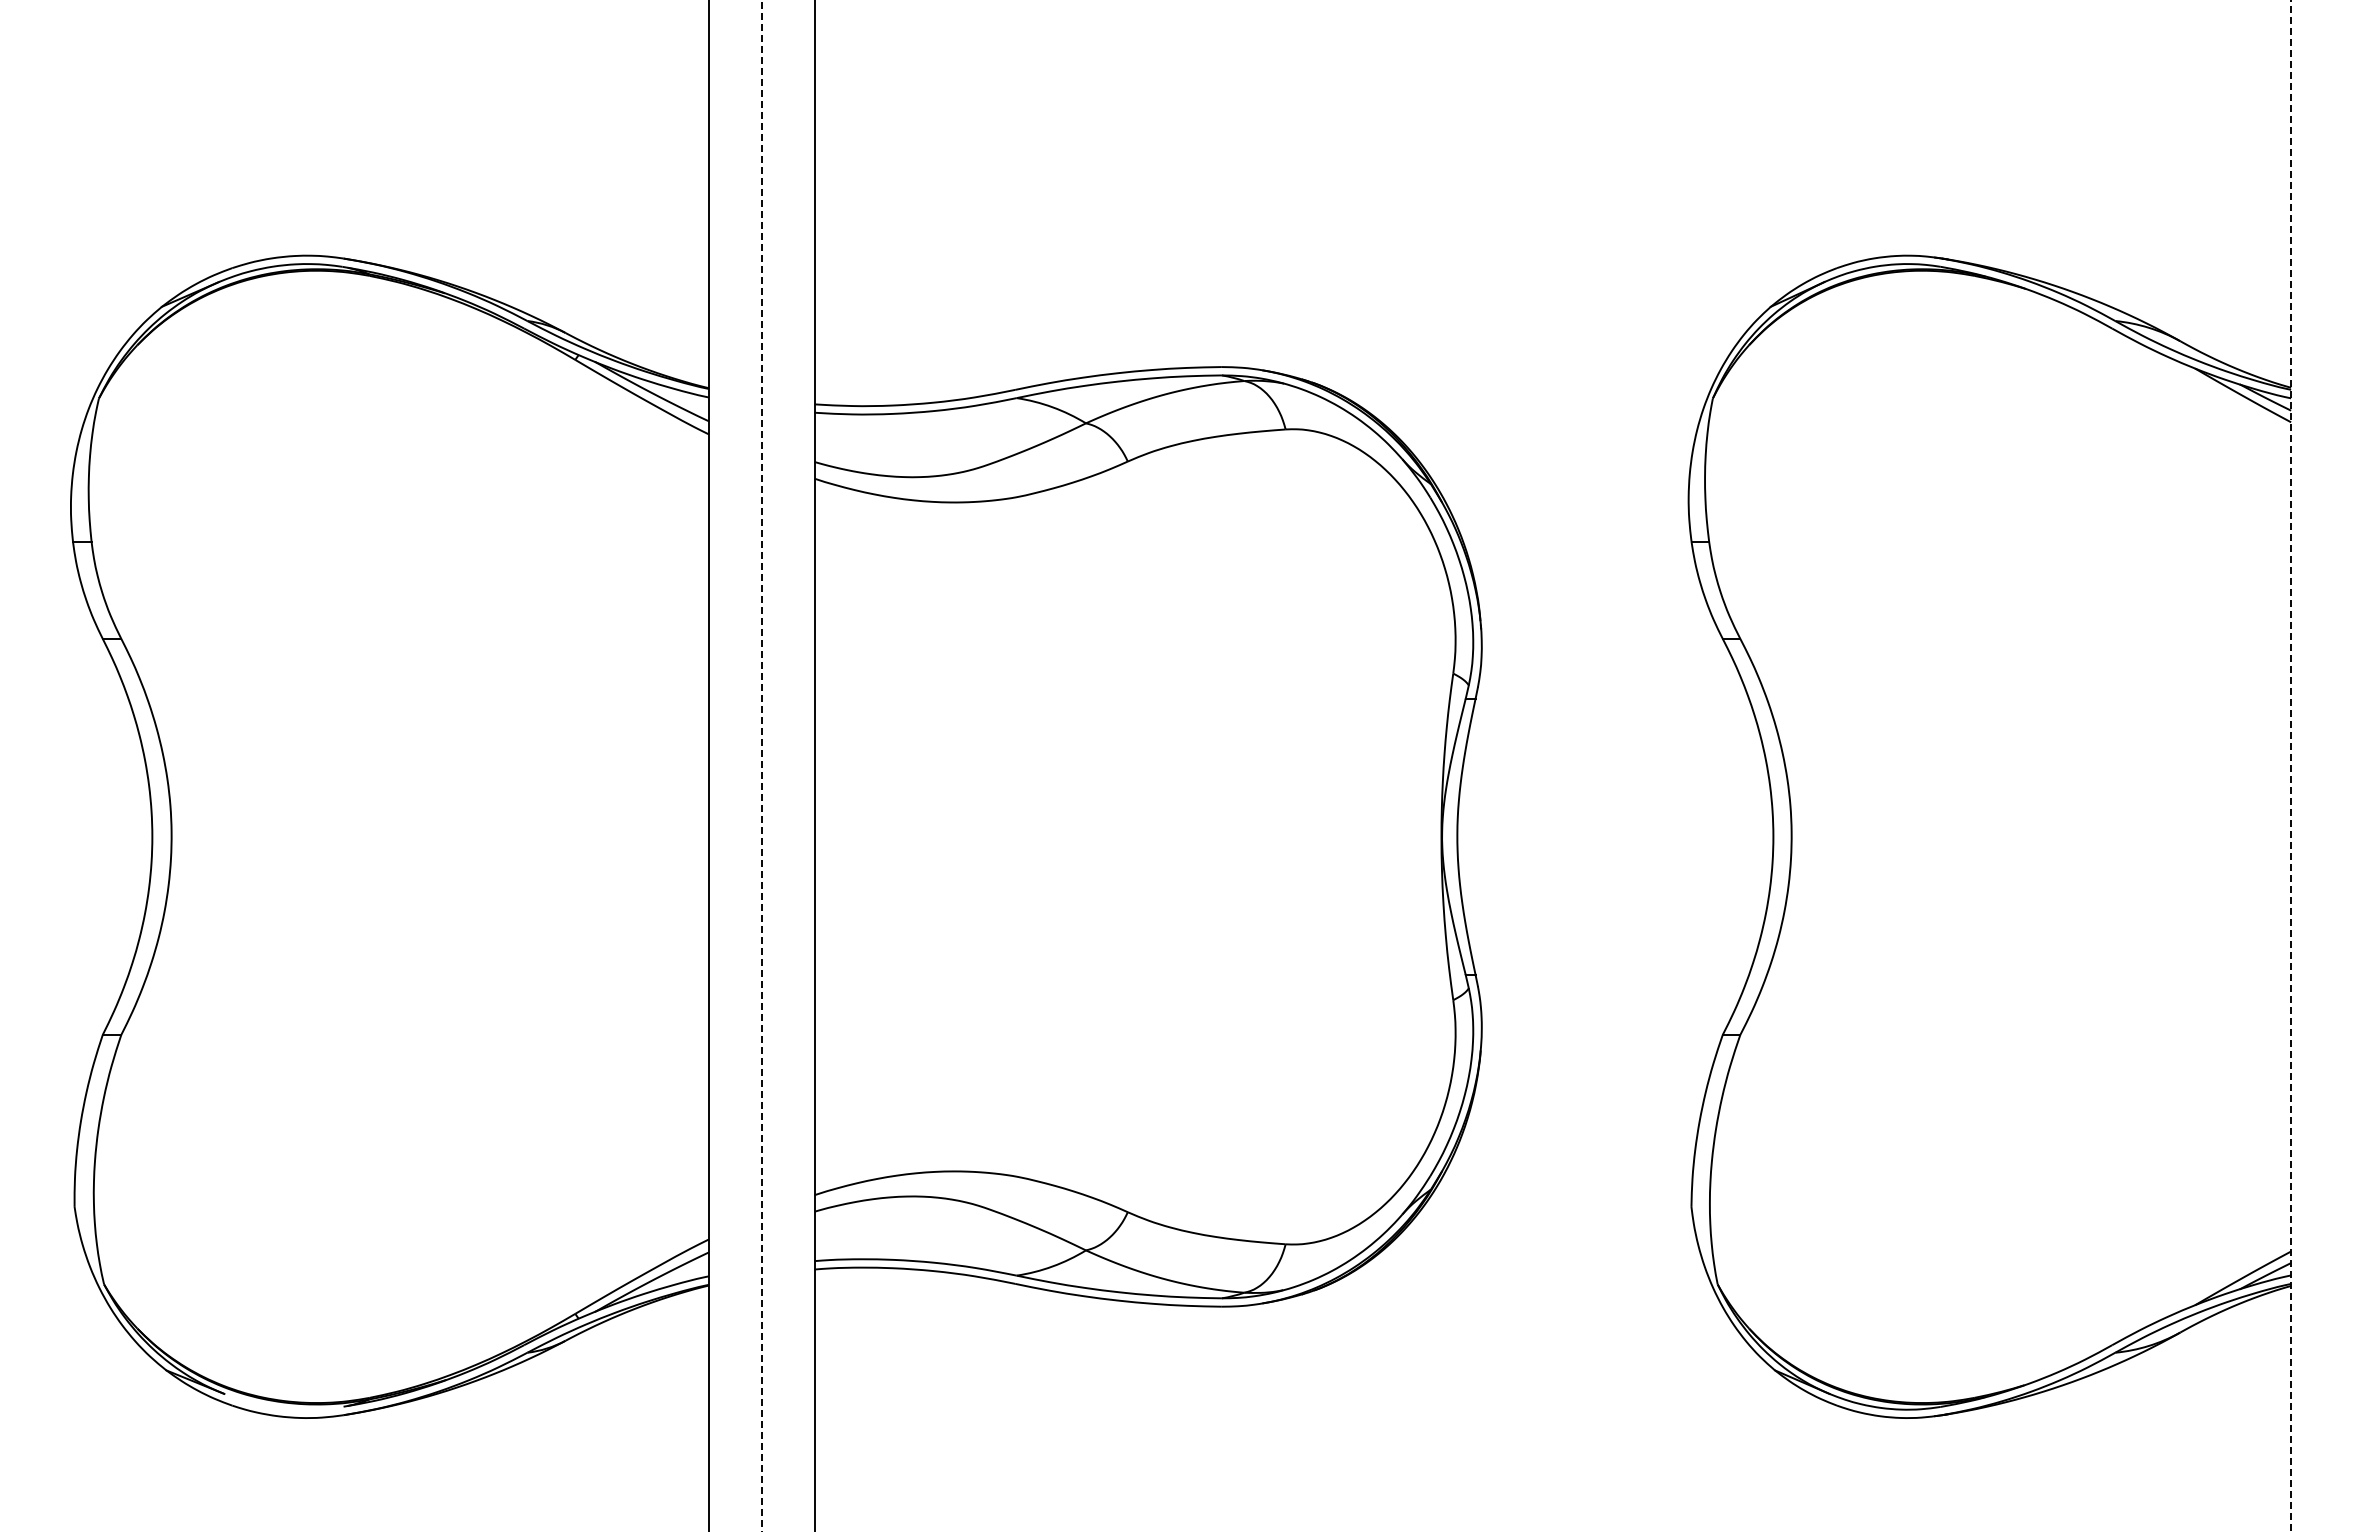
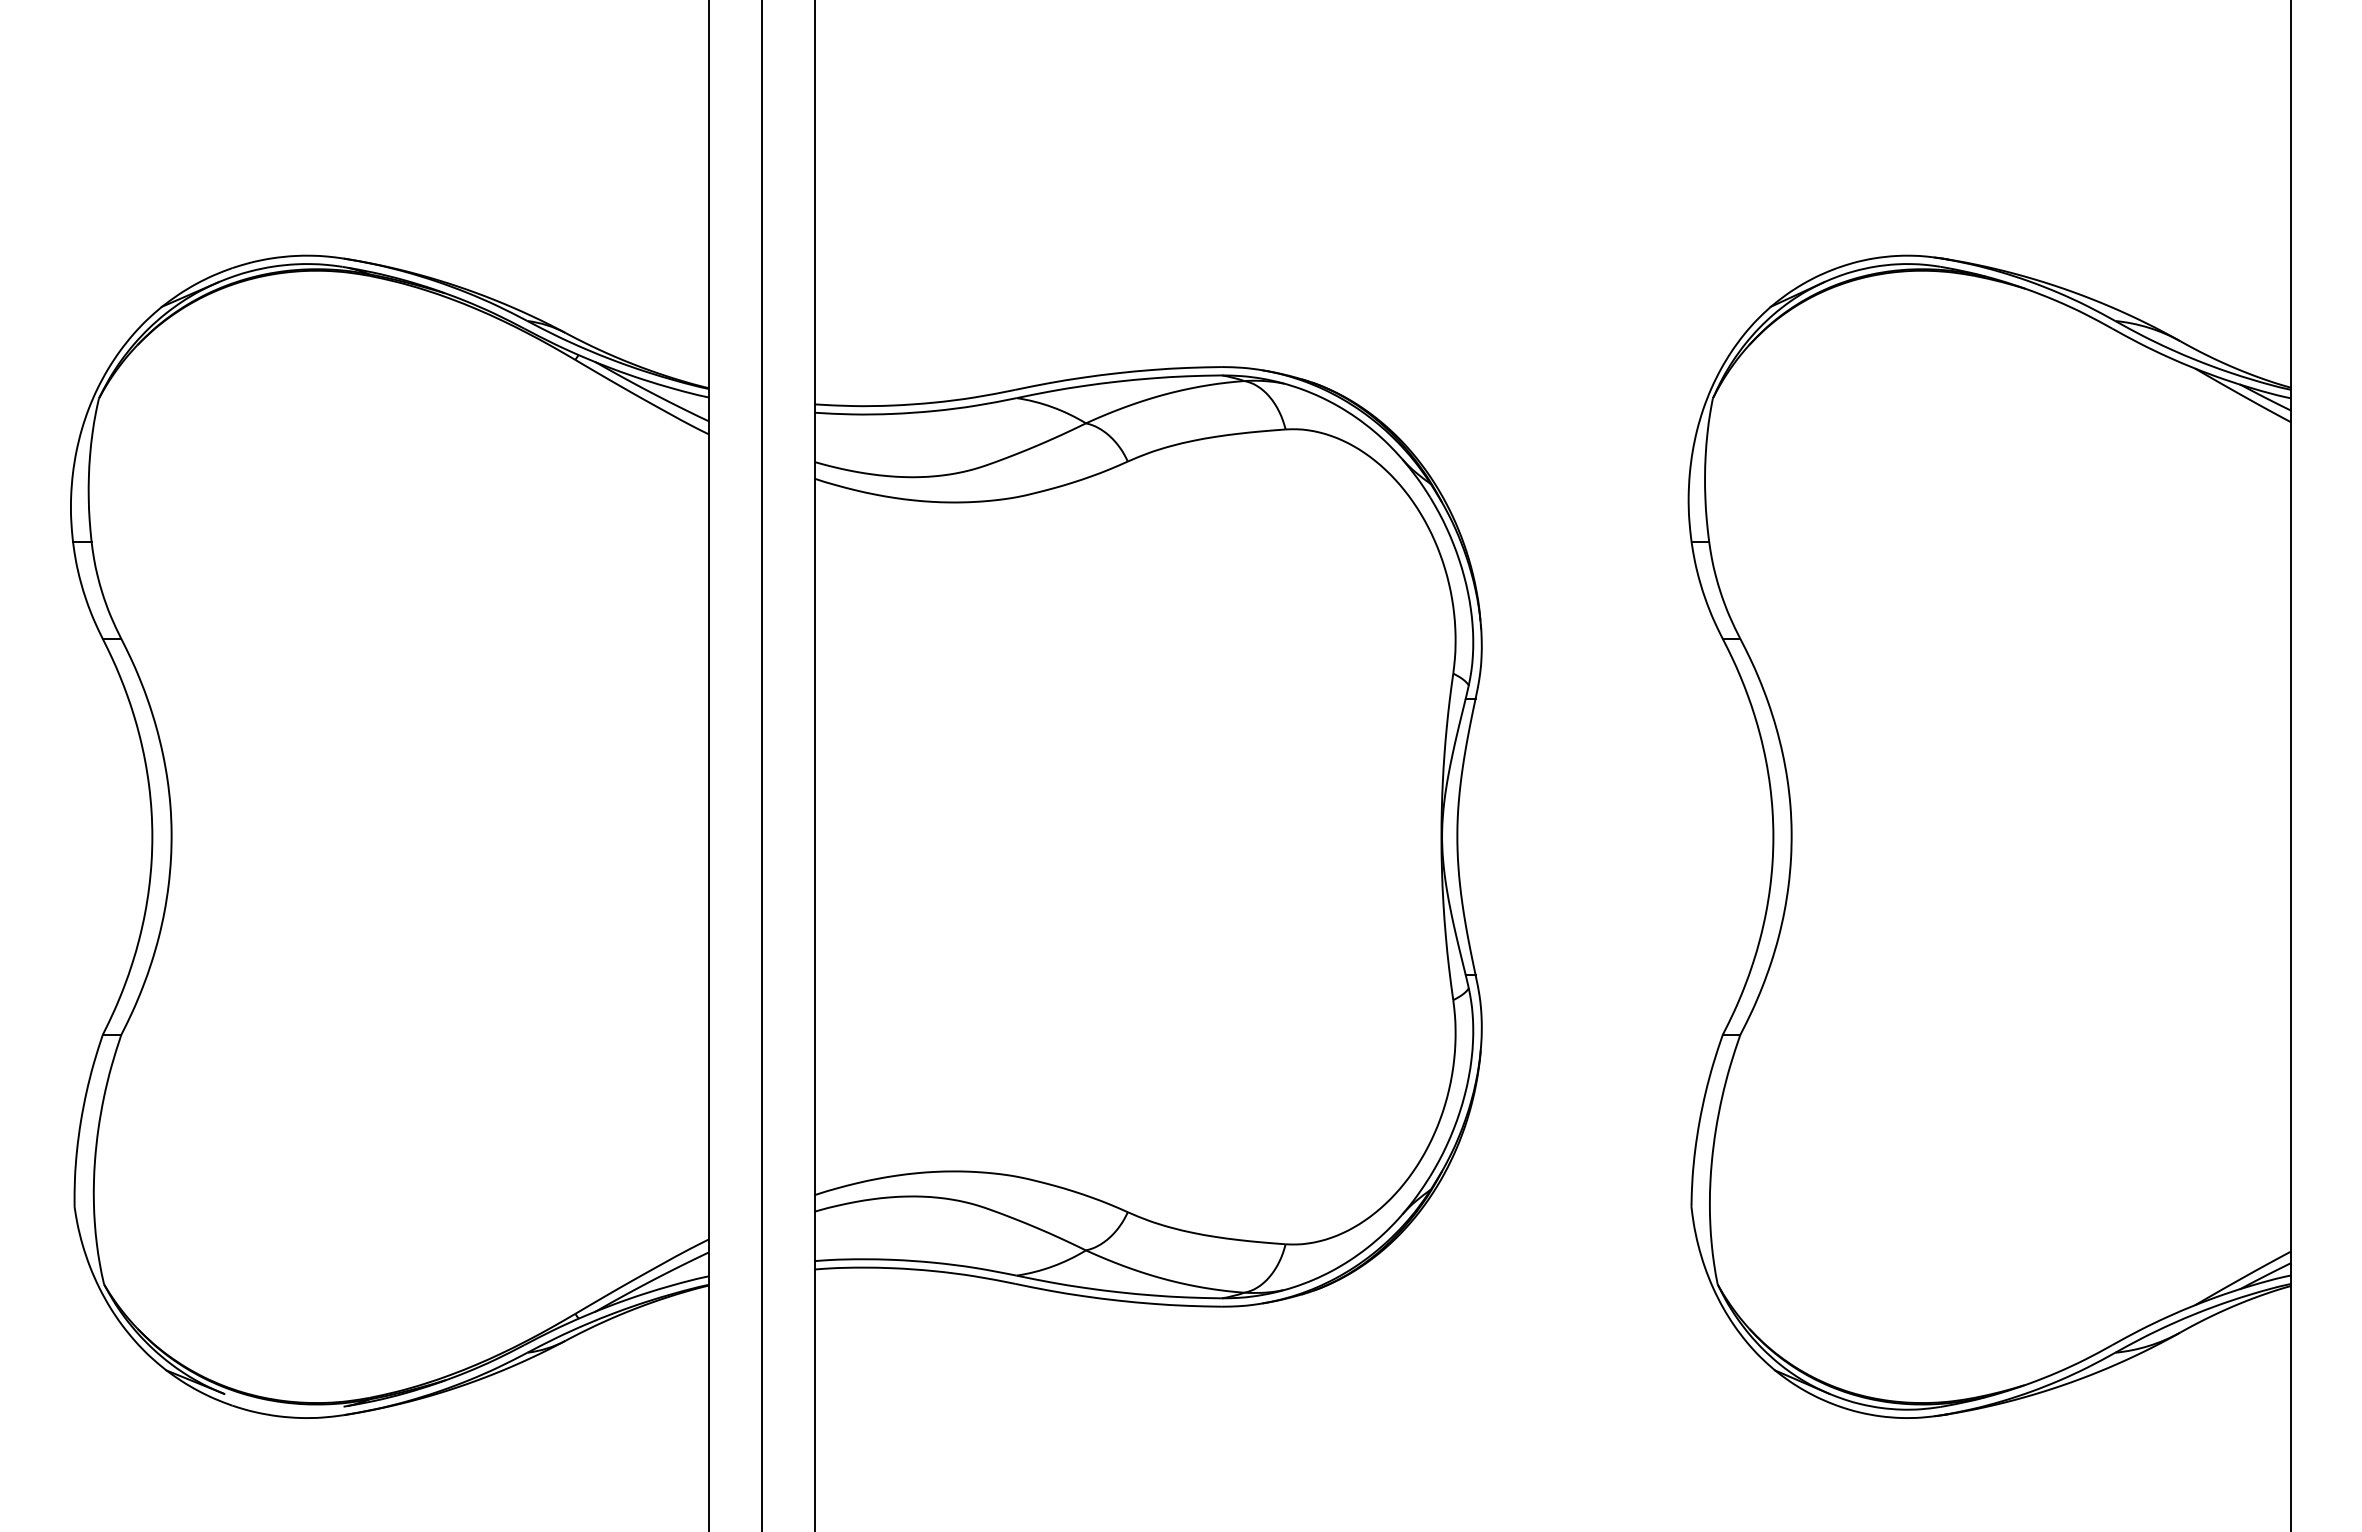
line at (2291, 765): dashed -> solid
line at (761, 766): dashed -> solid
